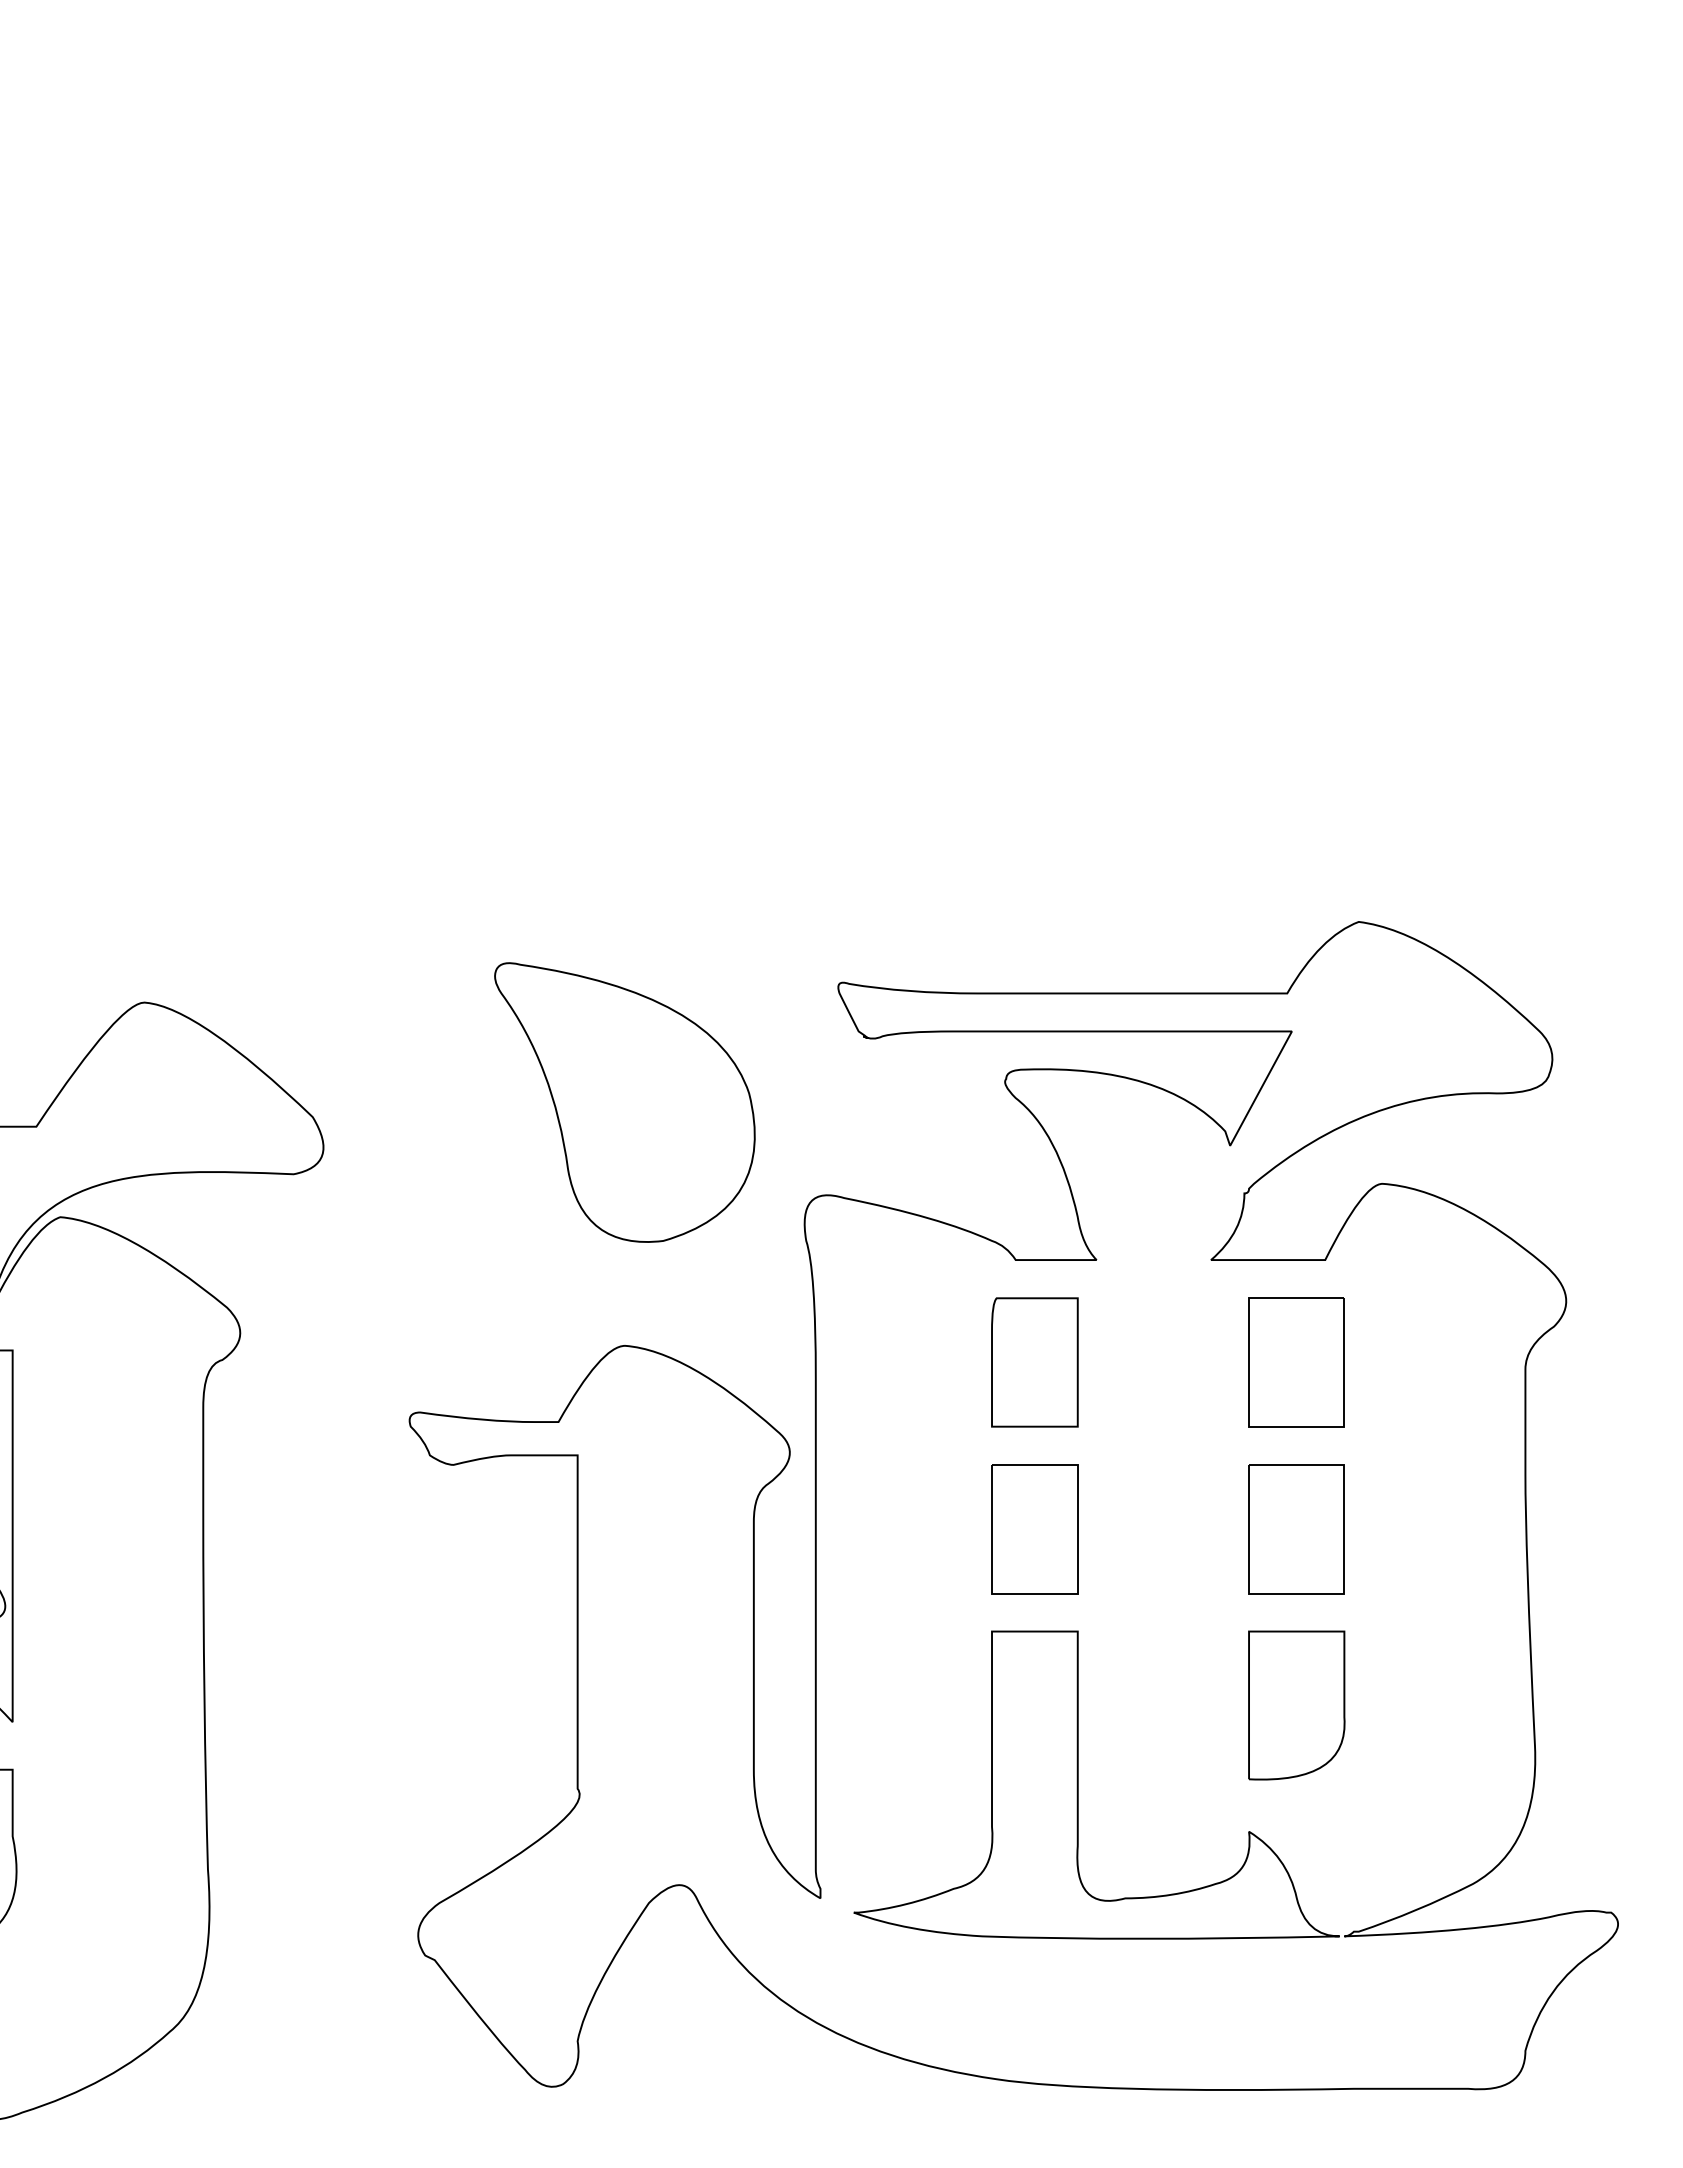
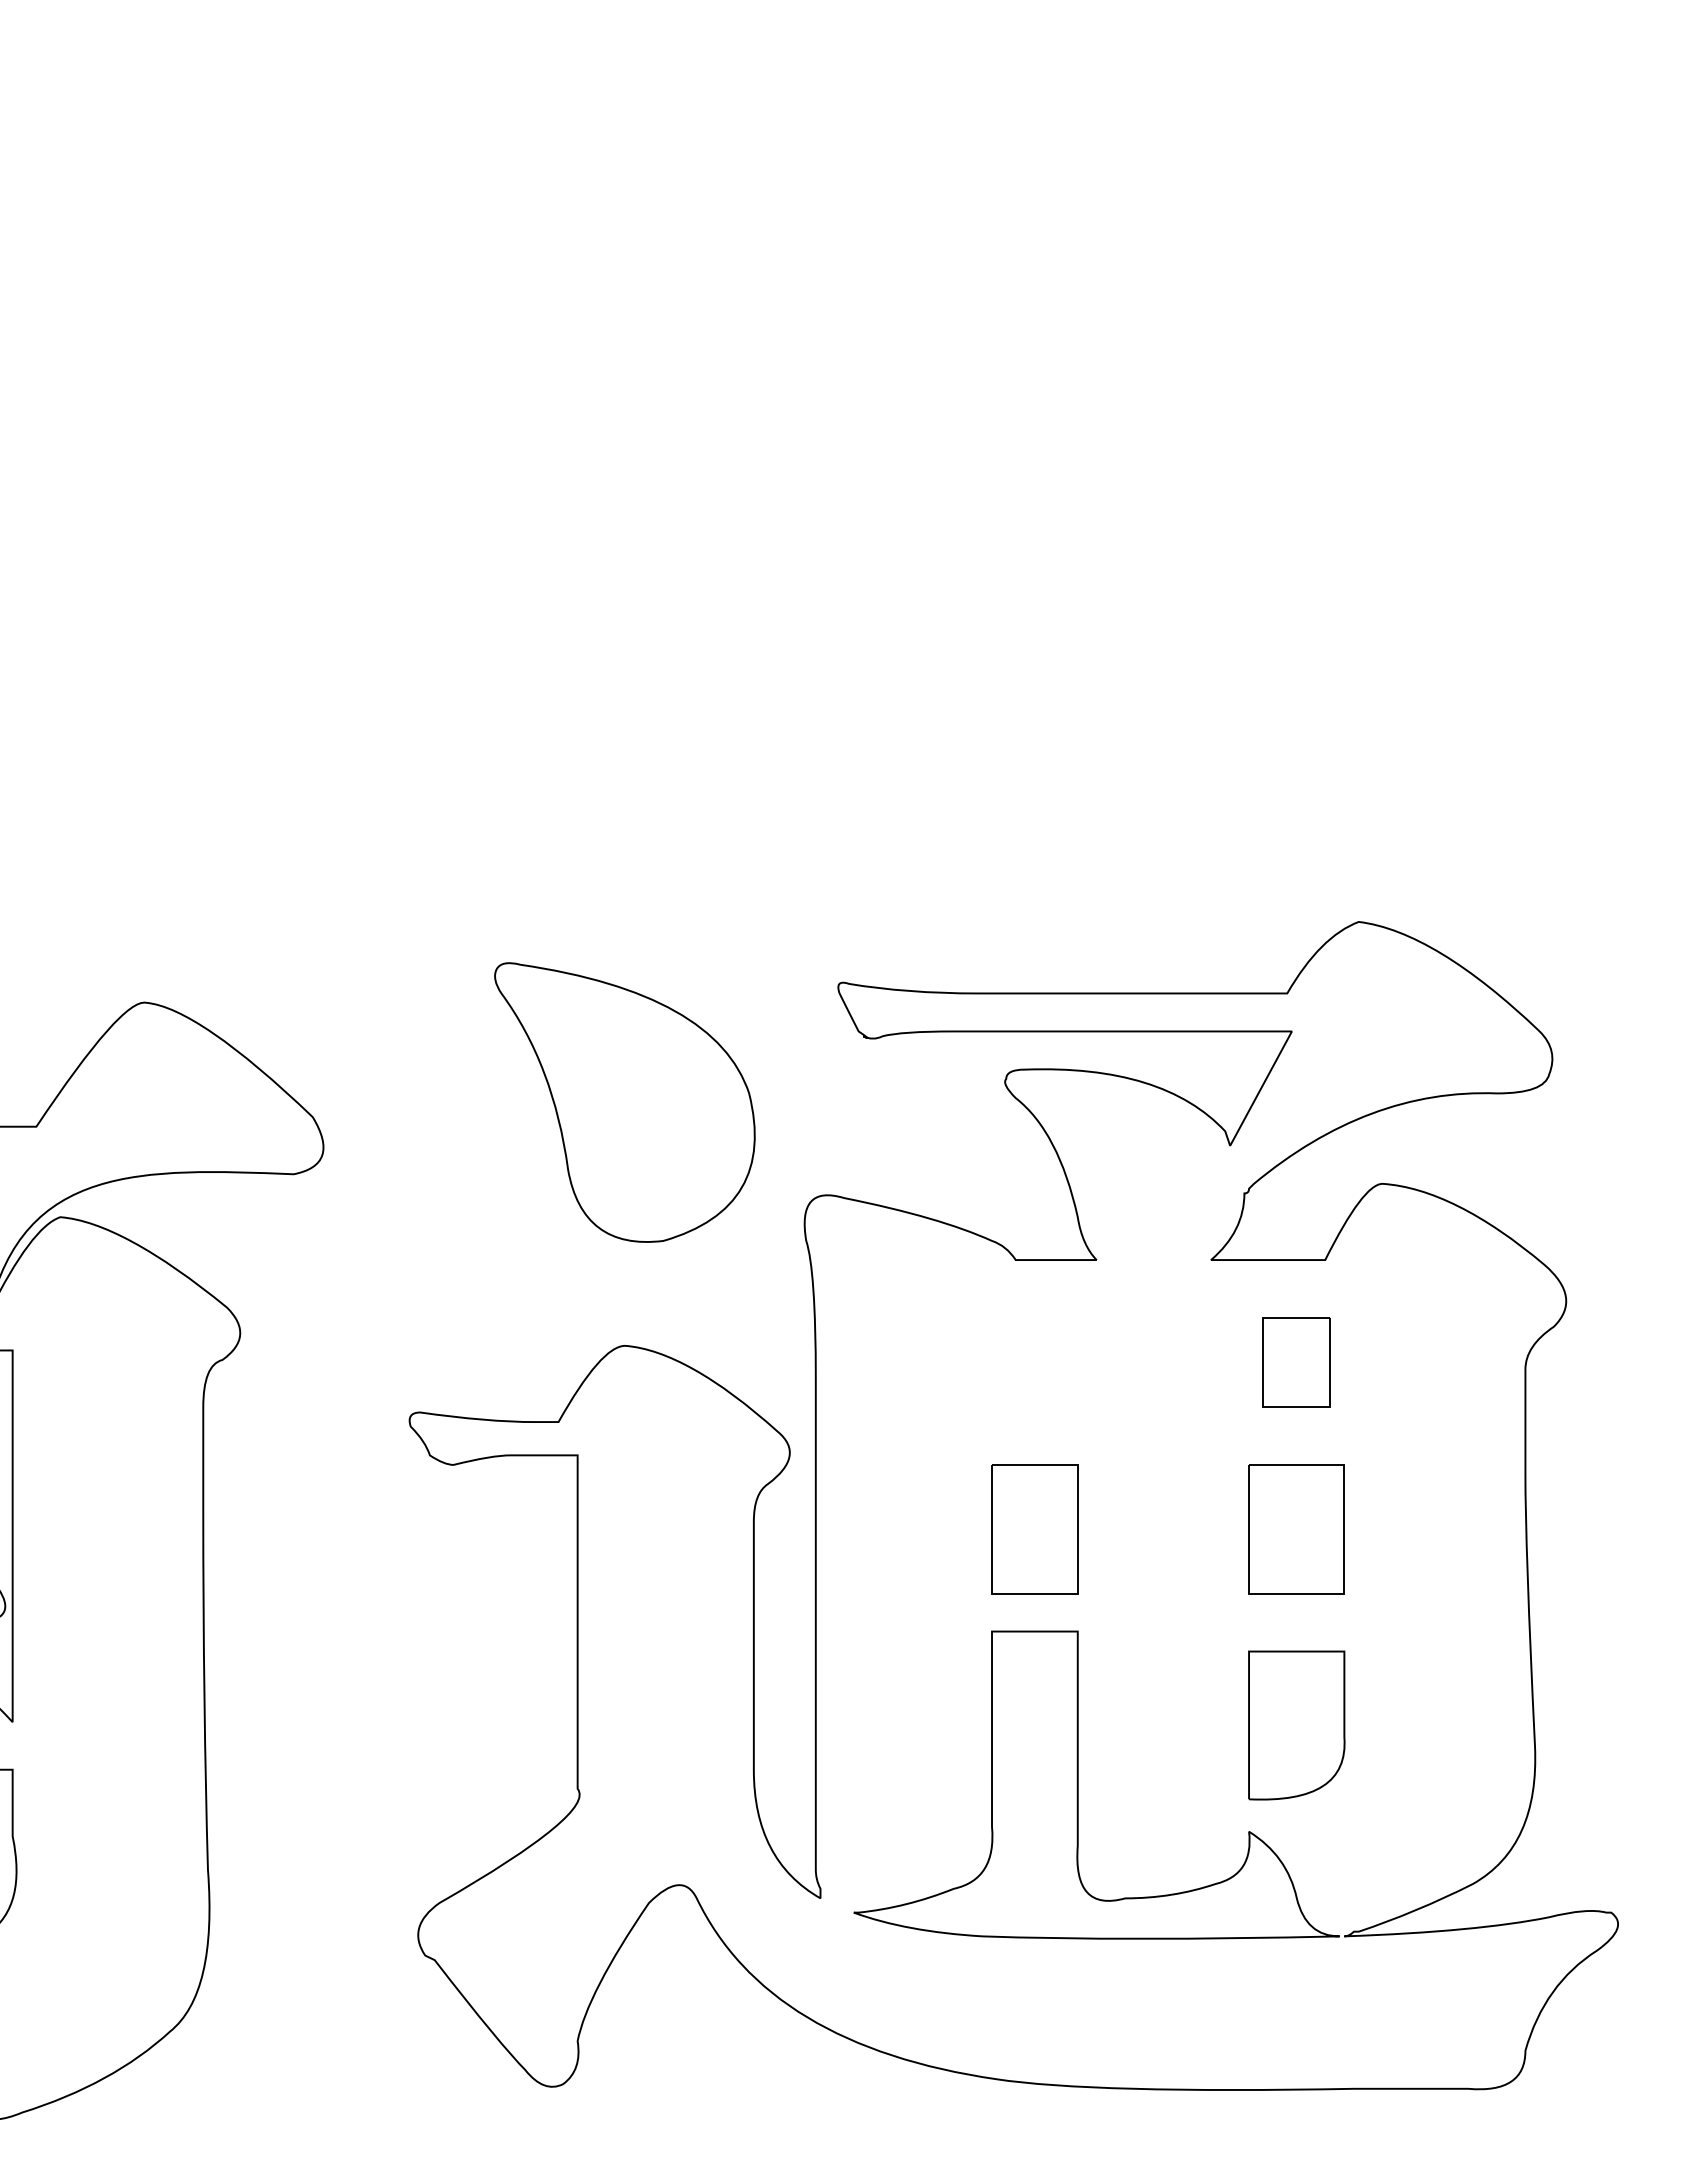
part at (1034, 1362): present -> none
part at (1296, 1362) size: 97x131 px -> 69x91 px
part at (1296, 1705) position: (1296, 1705) -> (1296, 1725)
